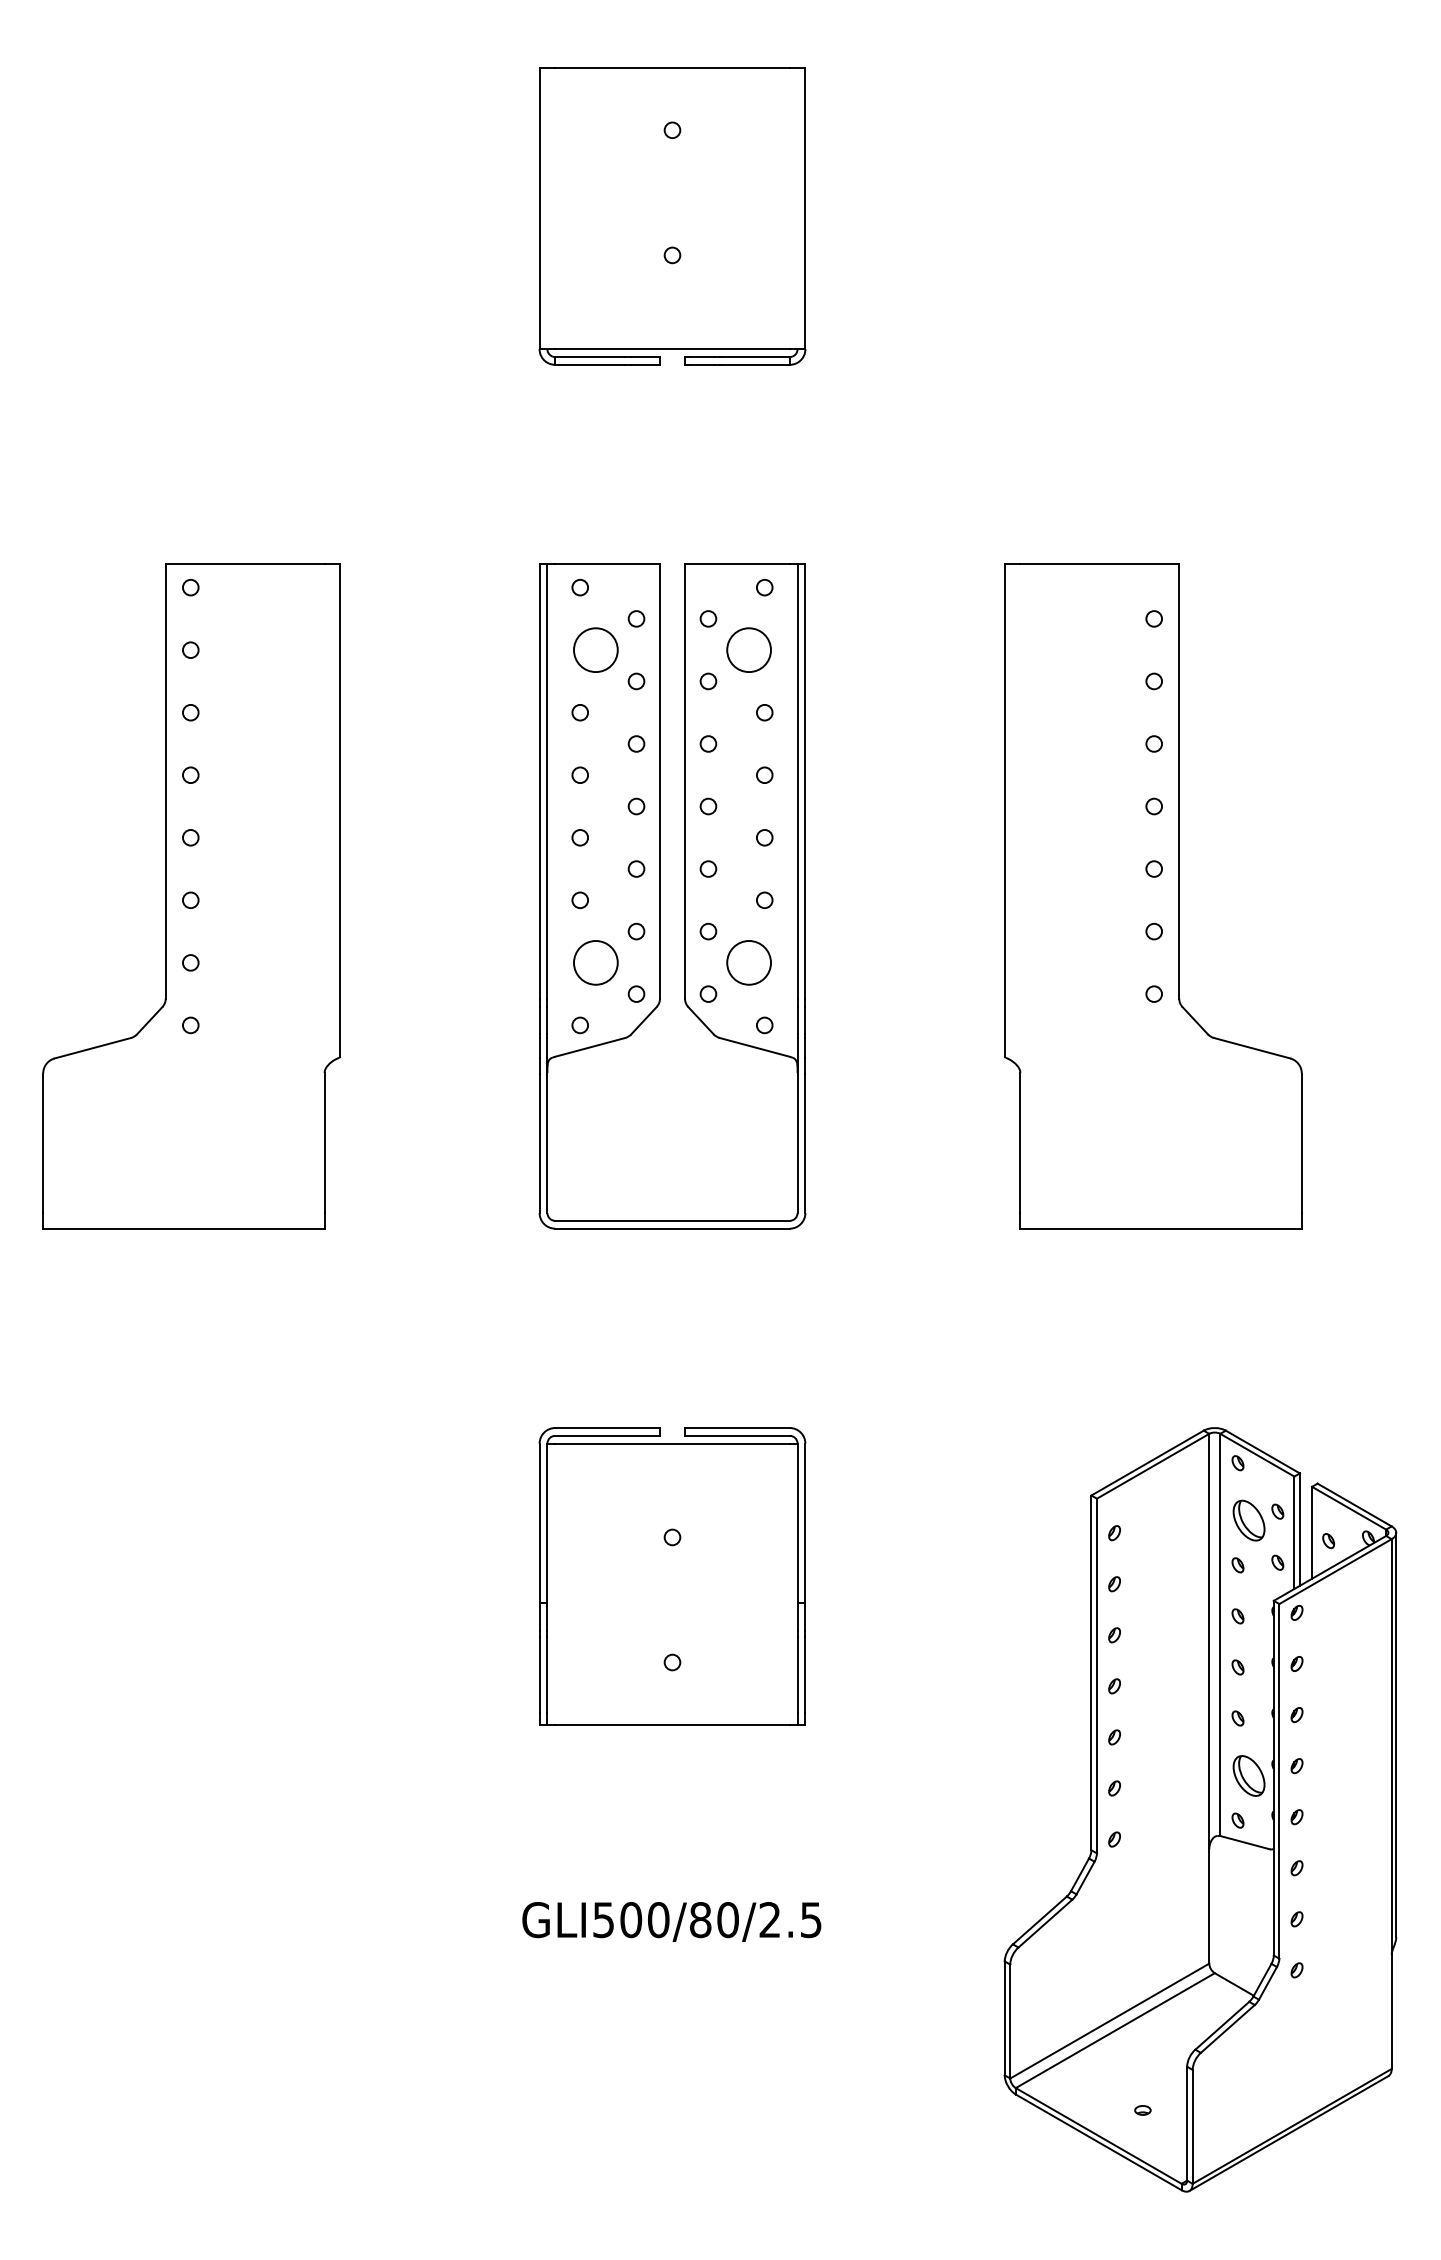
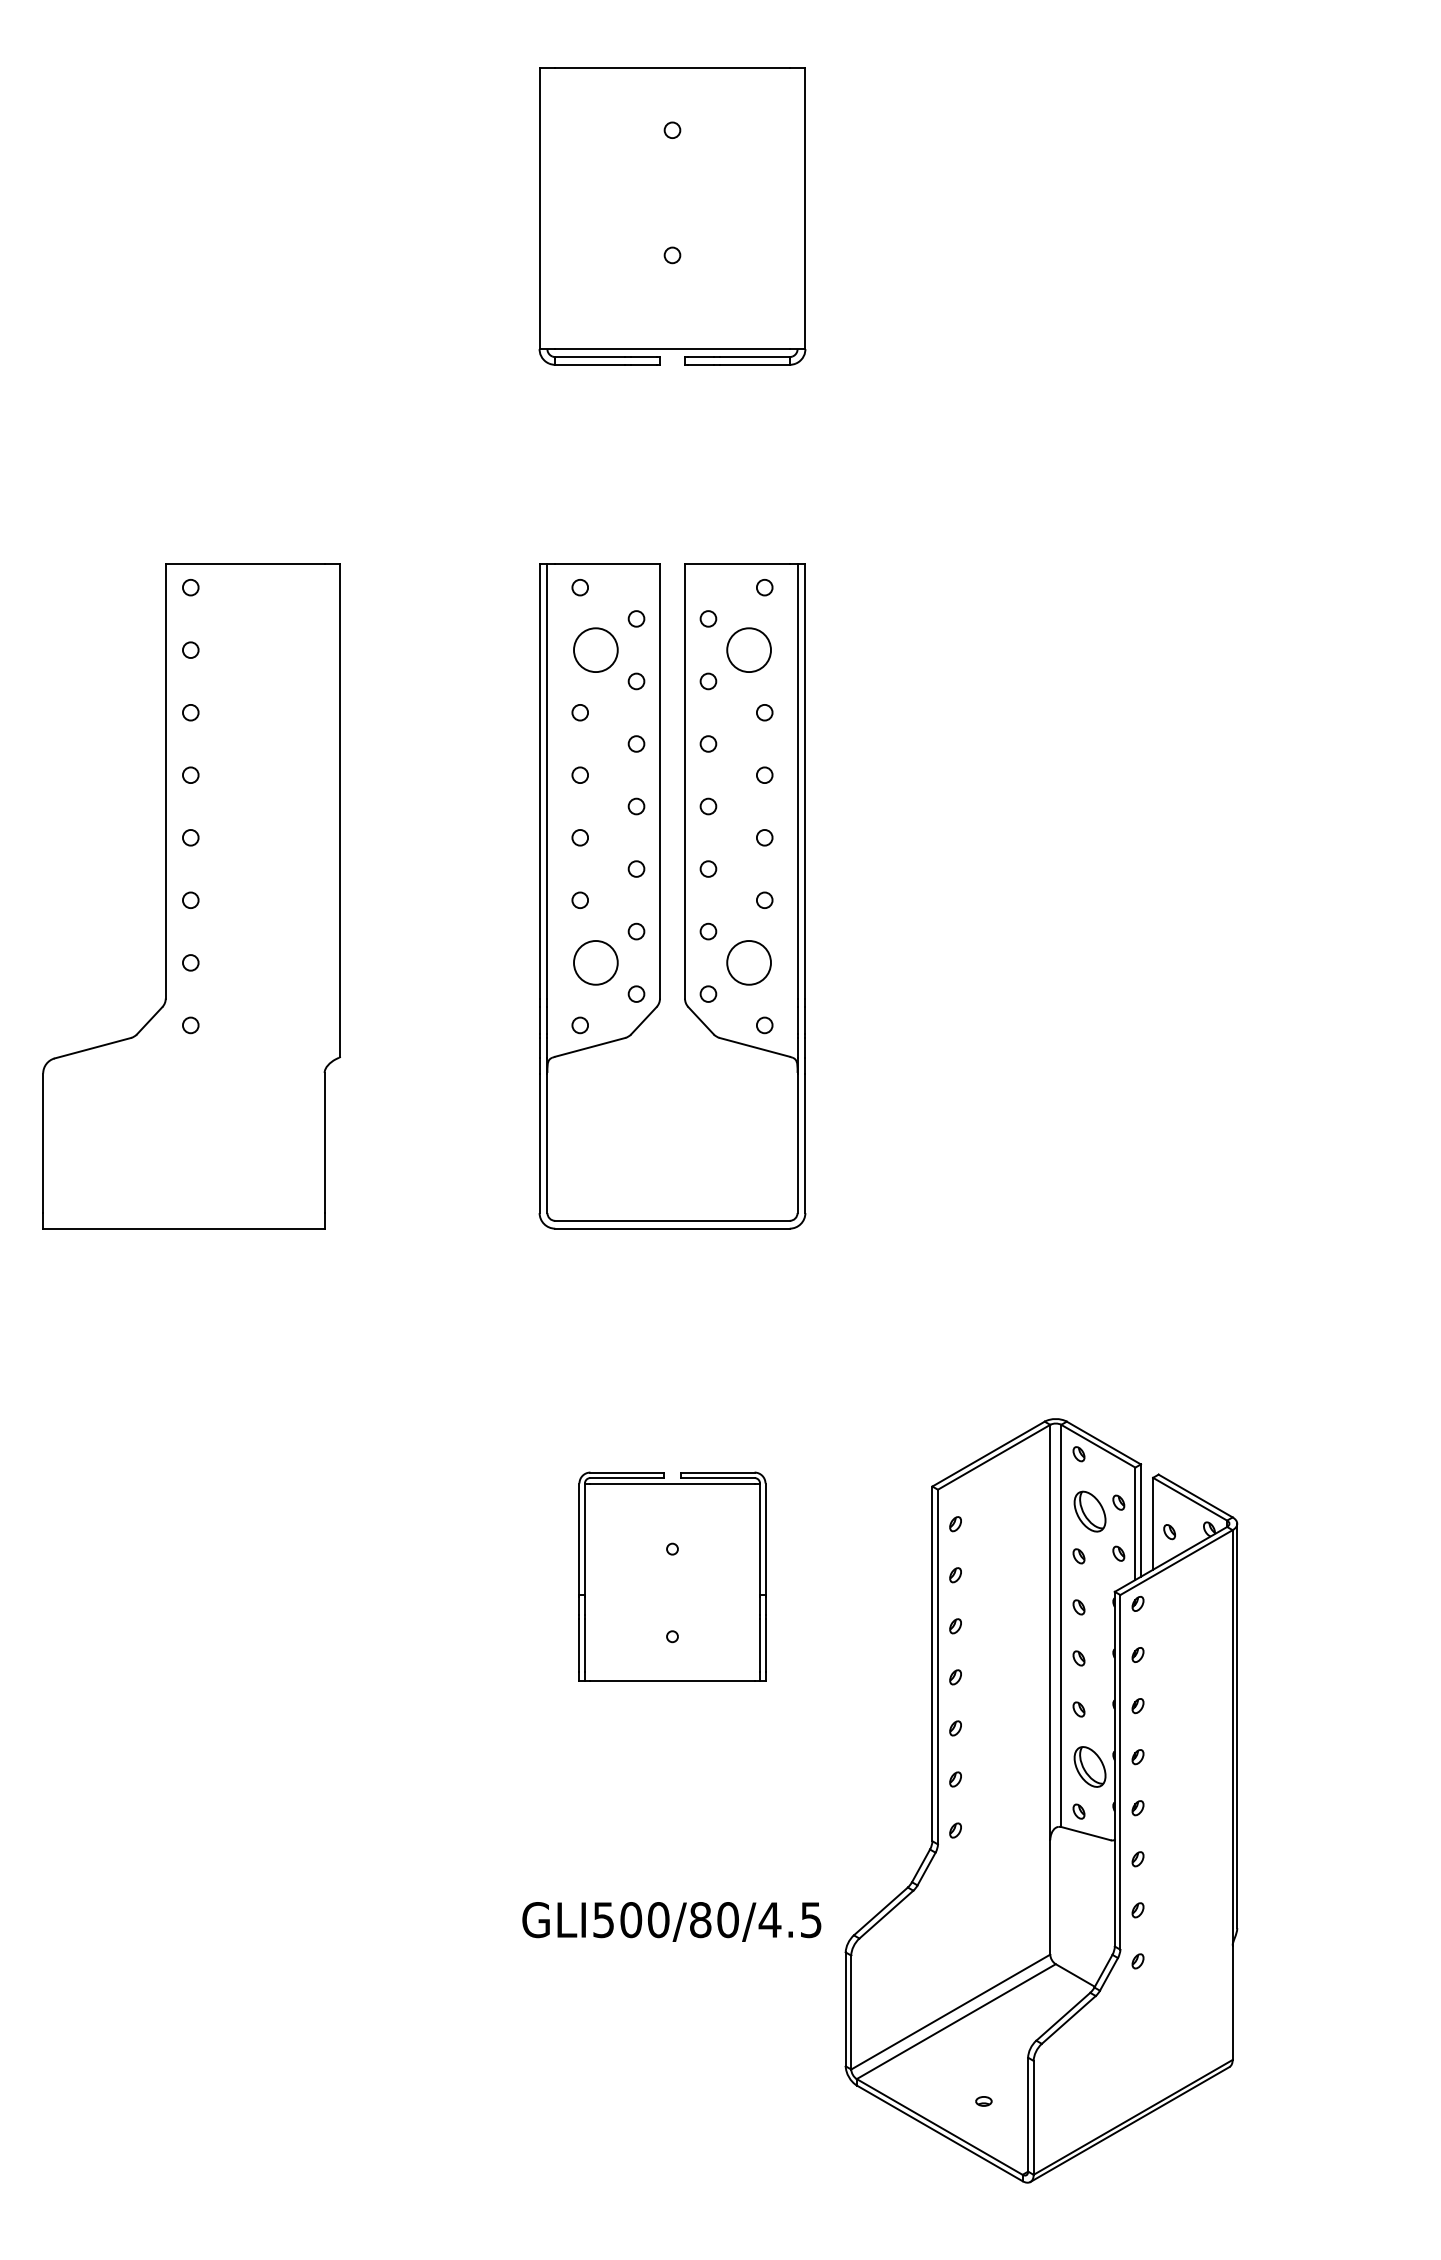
part at (1153, 896): present -> none
part at (672, 1576) size: 269x299 px -> 189x211 px
part at (1200, 1809) position: (1200, 1809) -> (1041, 1800)
text at (769, 1919): GLI500/80/2.5 -> GLI500/80/4.5
